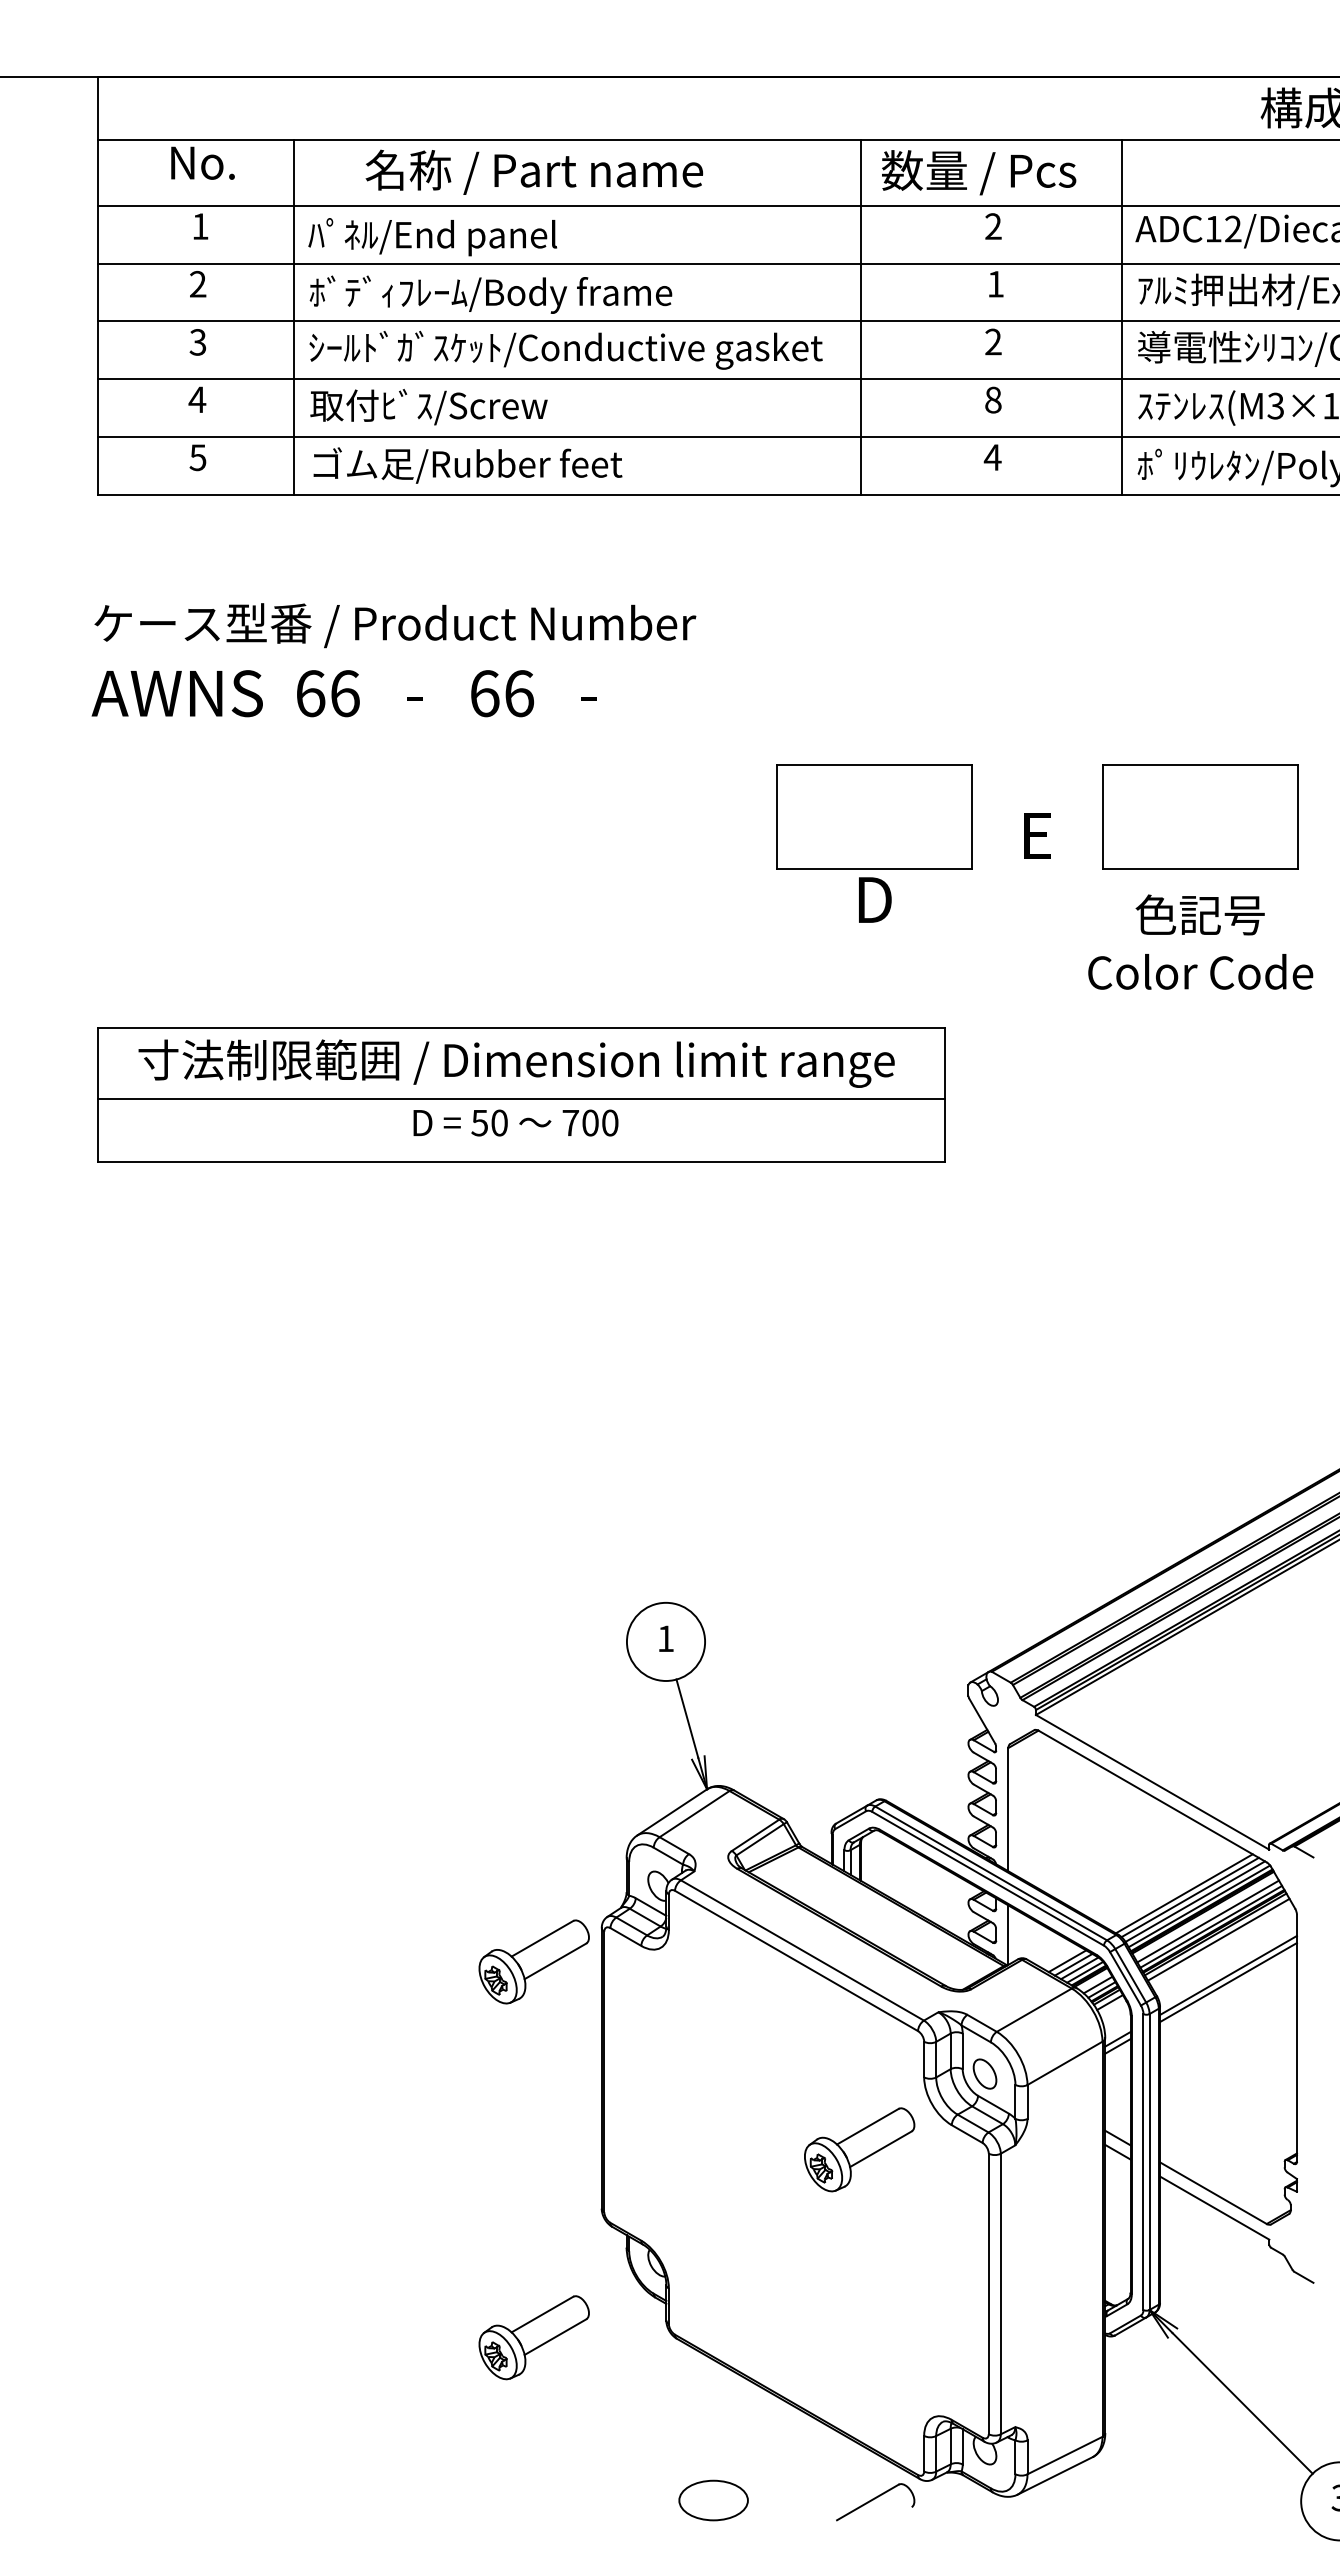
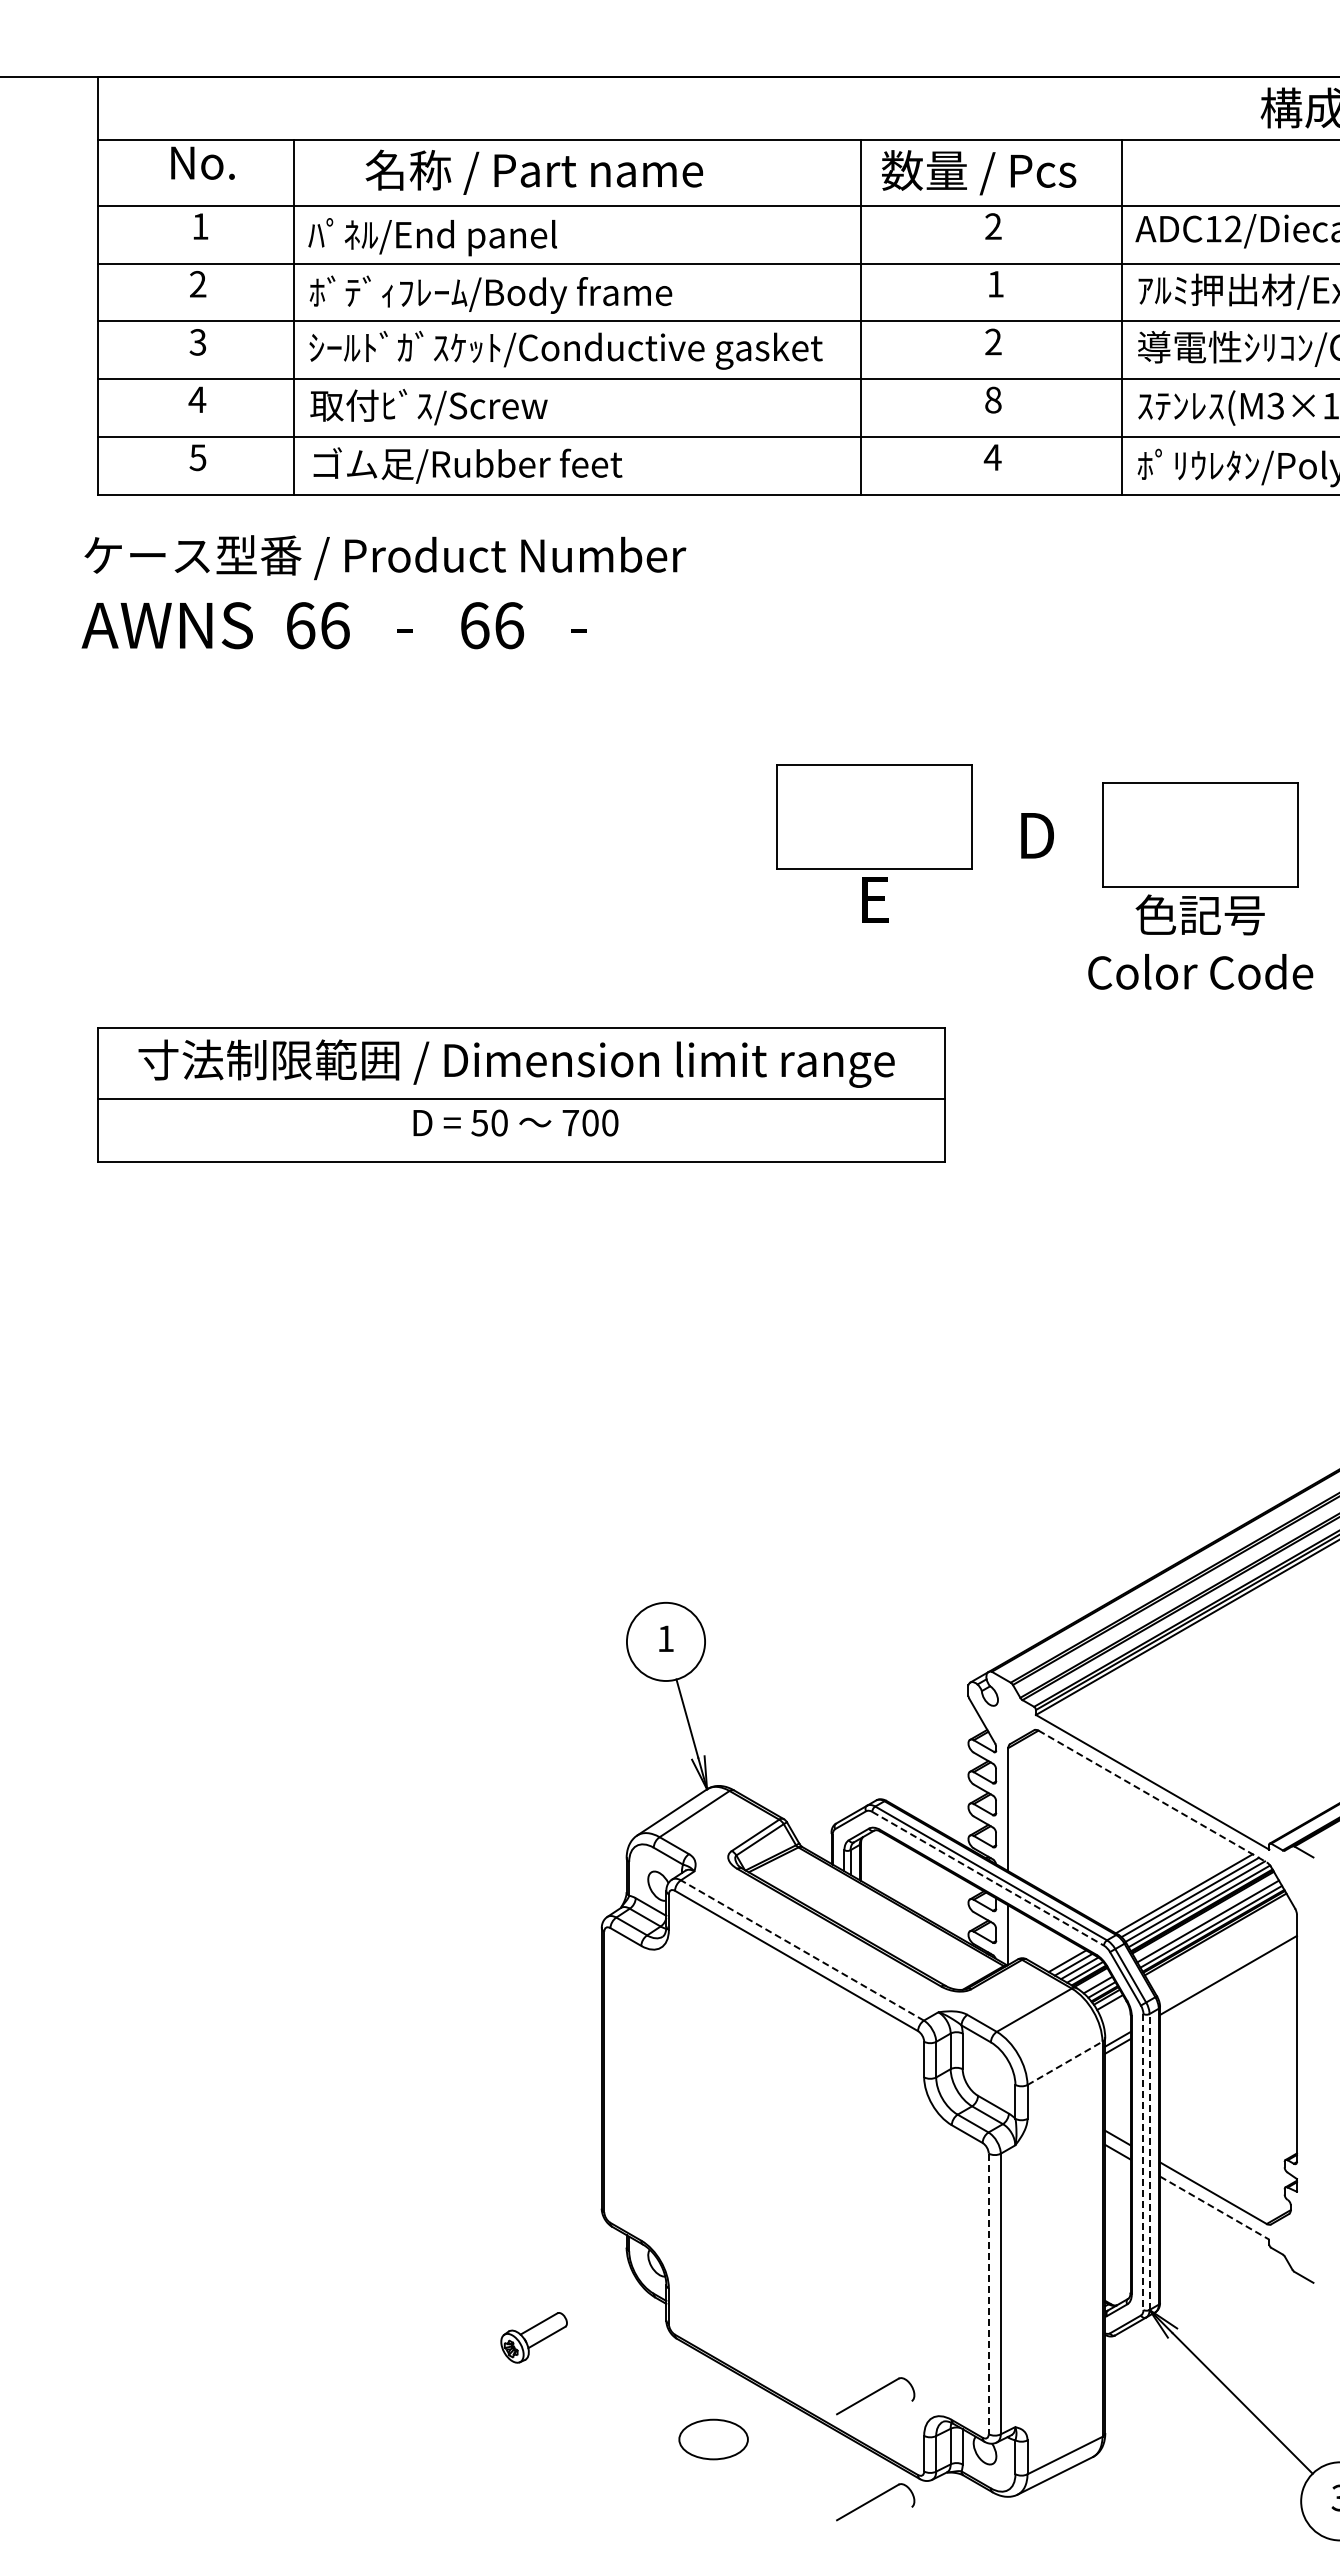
text at (393, 660) position: (393, 660) -> (383, 592)
part at (1200, 816) position: (1200, 816) -> (1200, 834)
text at (1037, 835): E -> D
text at (875, 899): D -> E
line at (1152, 1796): solid -> dashed
line at (988, 1878): solid -> dashed
line at (1218, 1939): present -> none
line at (802, 1950): solid -> dashed
part at (533, 1961): present -> none
line at (1228, 1982): present -> none
line at (1065, 2063): solid -> dashed
part at (984, 2073): present -> none
part at (859, 2149): present -> none
line at (1143, 2162): solid -> dashed
line at (1149, 2162): solid -> dashed
line at (1215, 2208): solid -> dashed
line at (988, 2294): solid -> dashed
part at (533, 2337) size: 112x86 px -> 68x52 px
part at (875, 2396): none -> present
part at (713, 2500) position: (713, 2500) -> (713, 2439)
